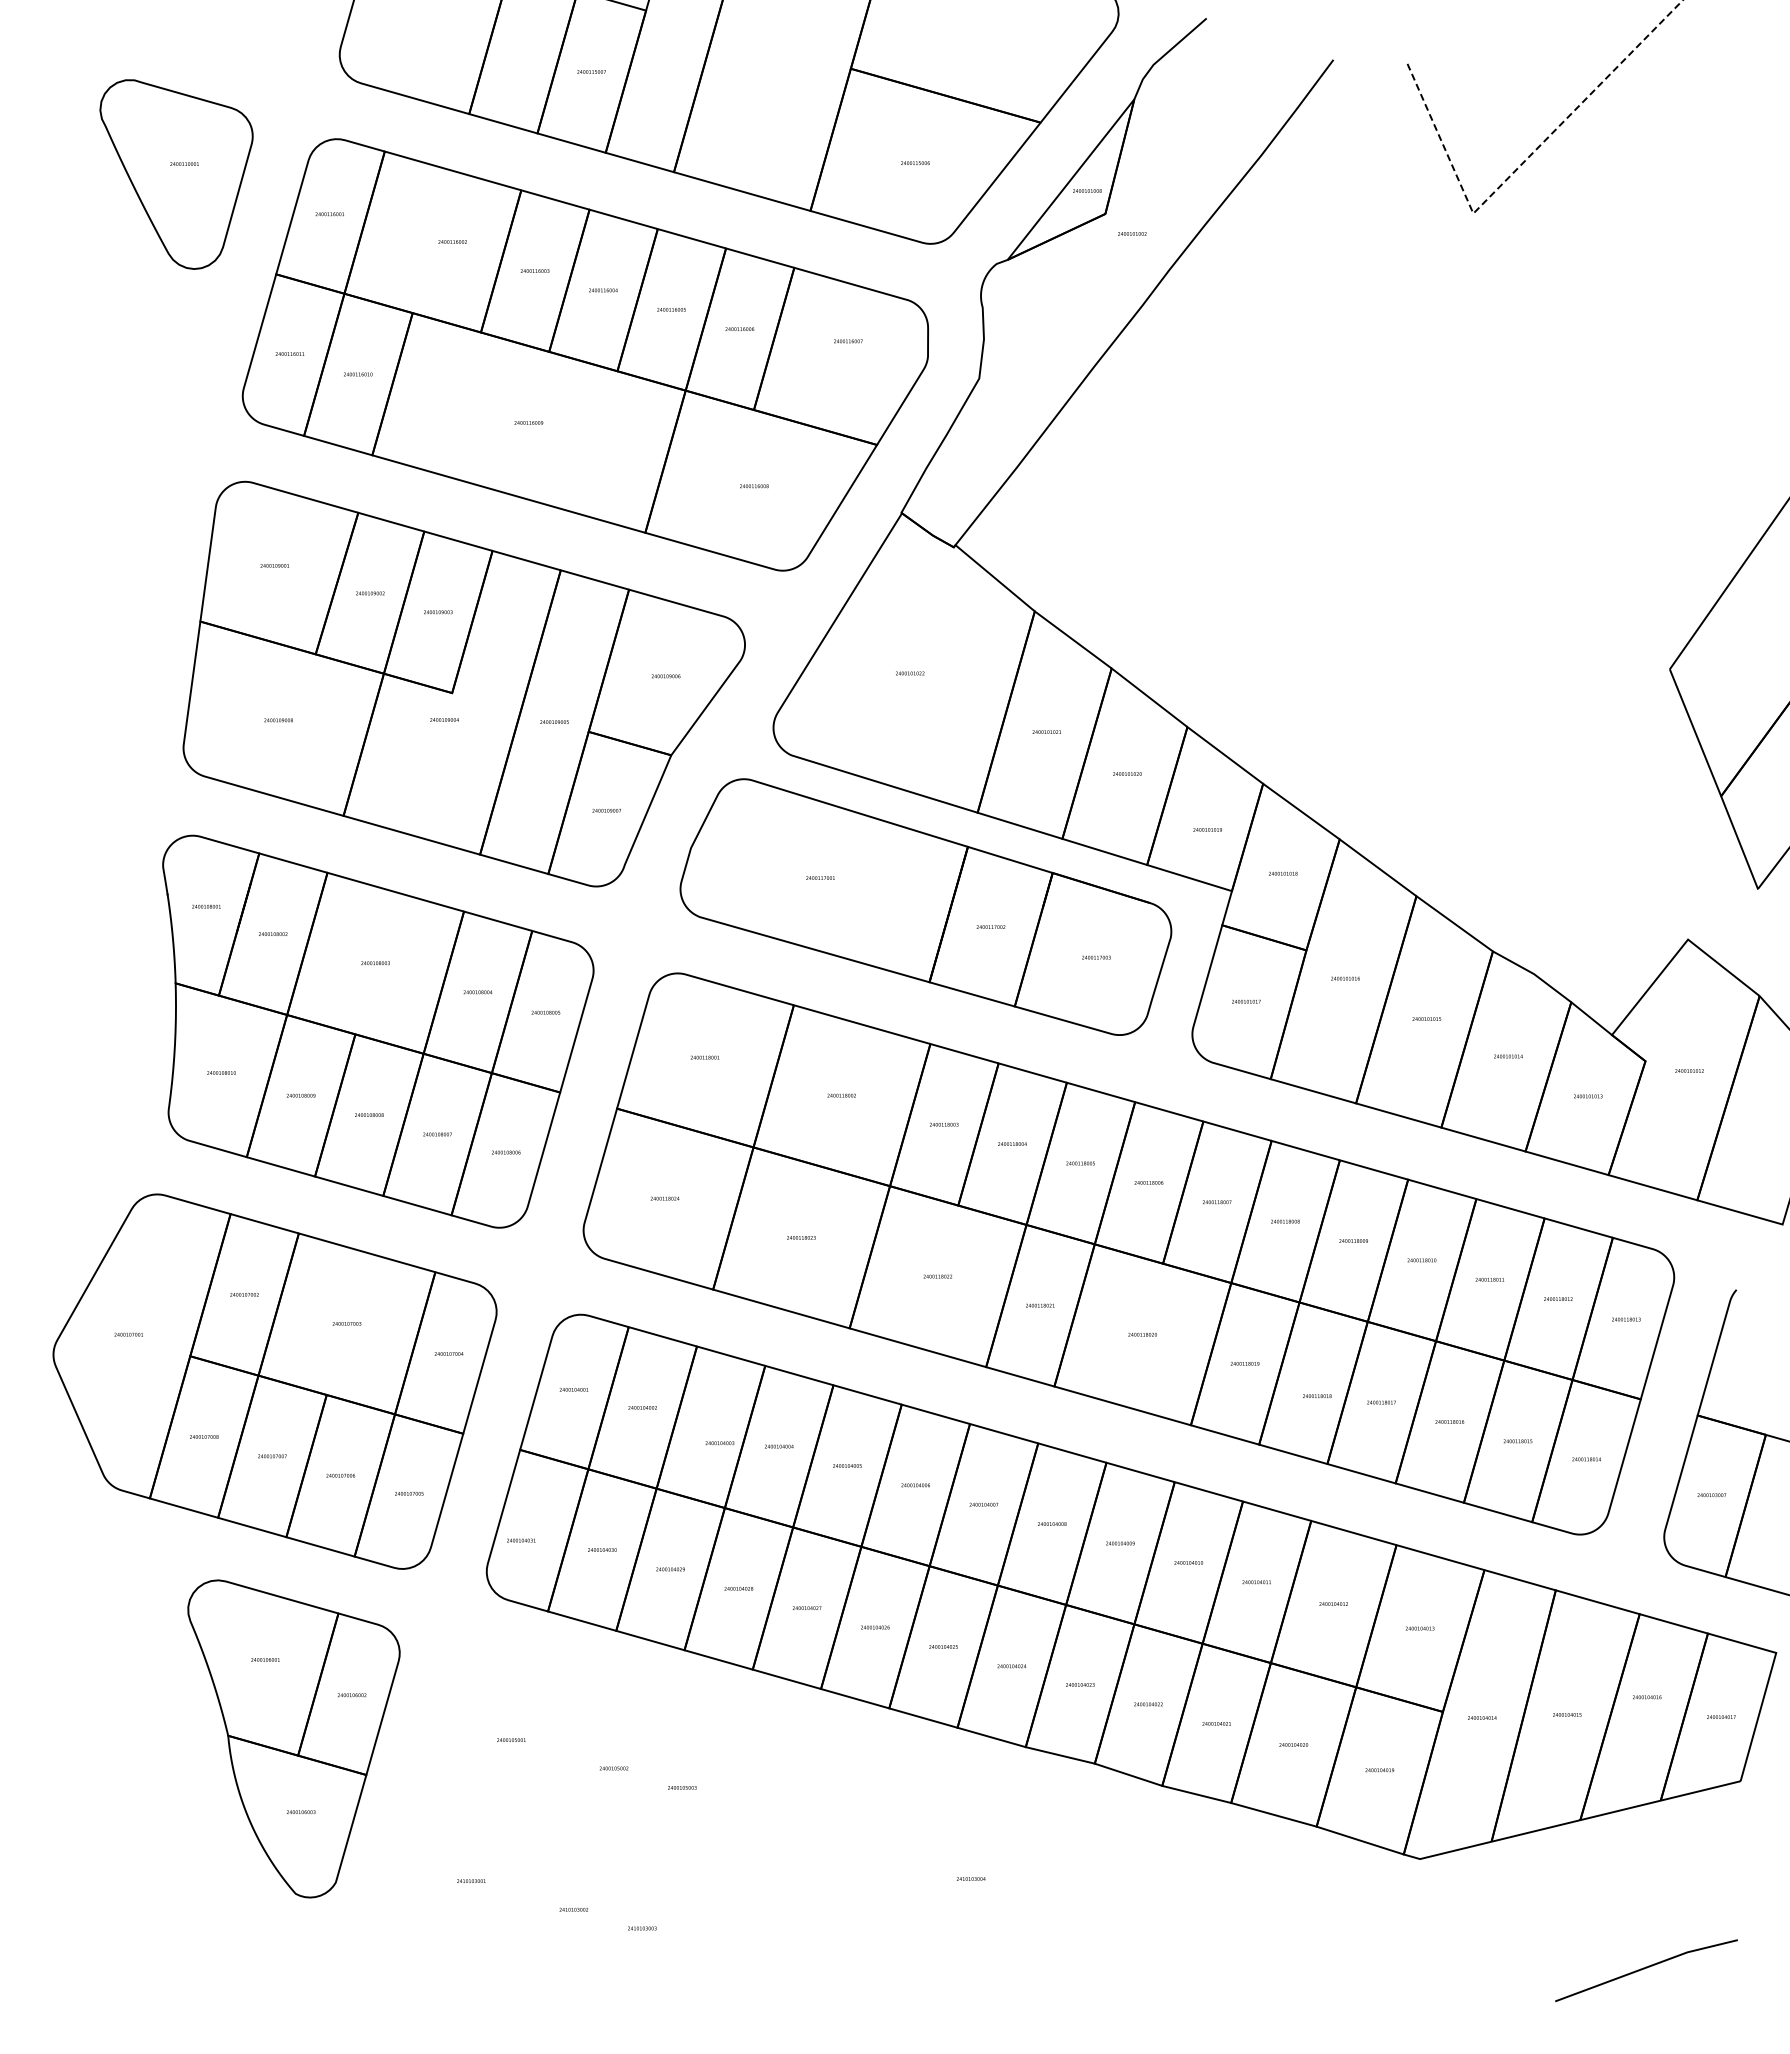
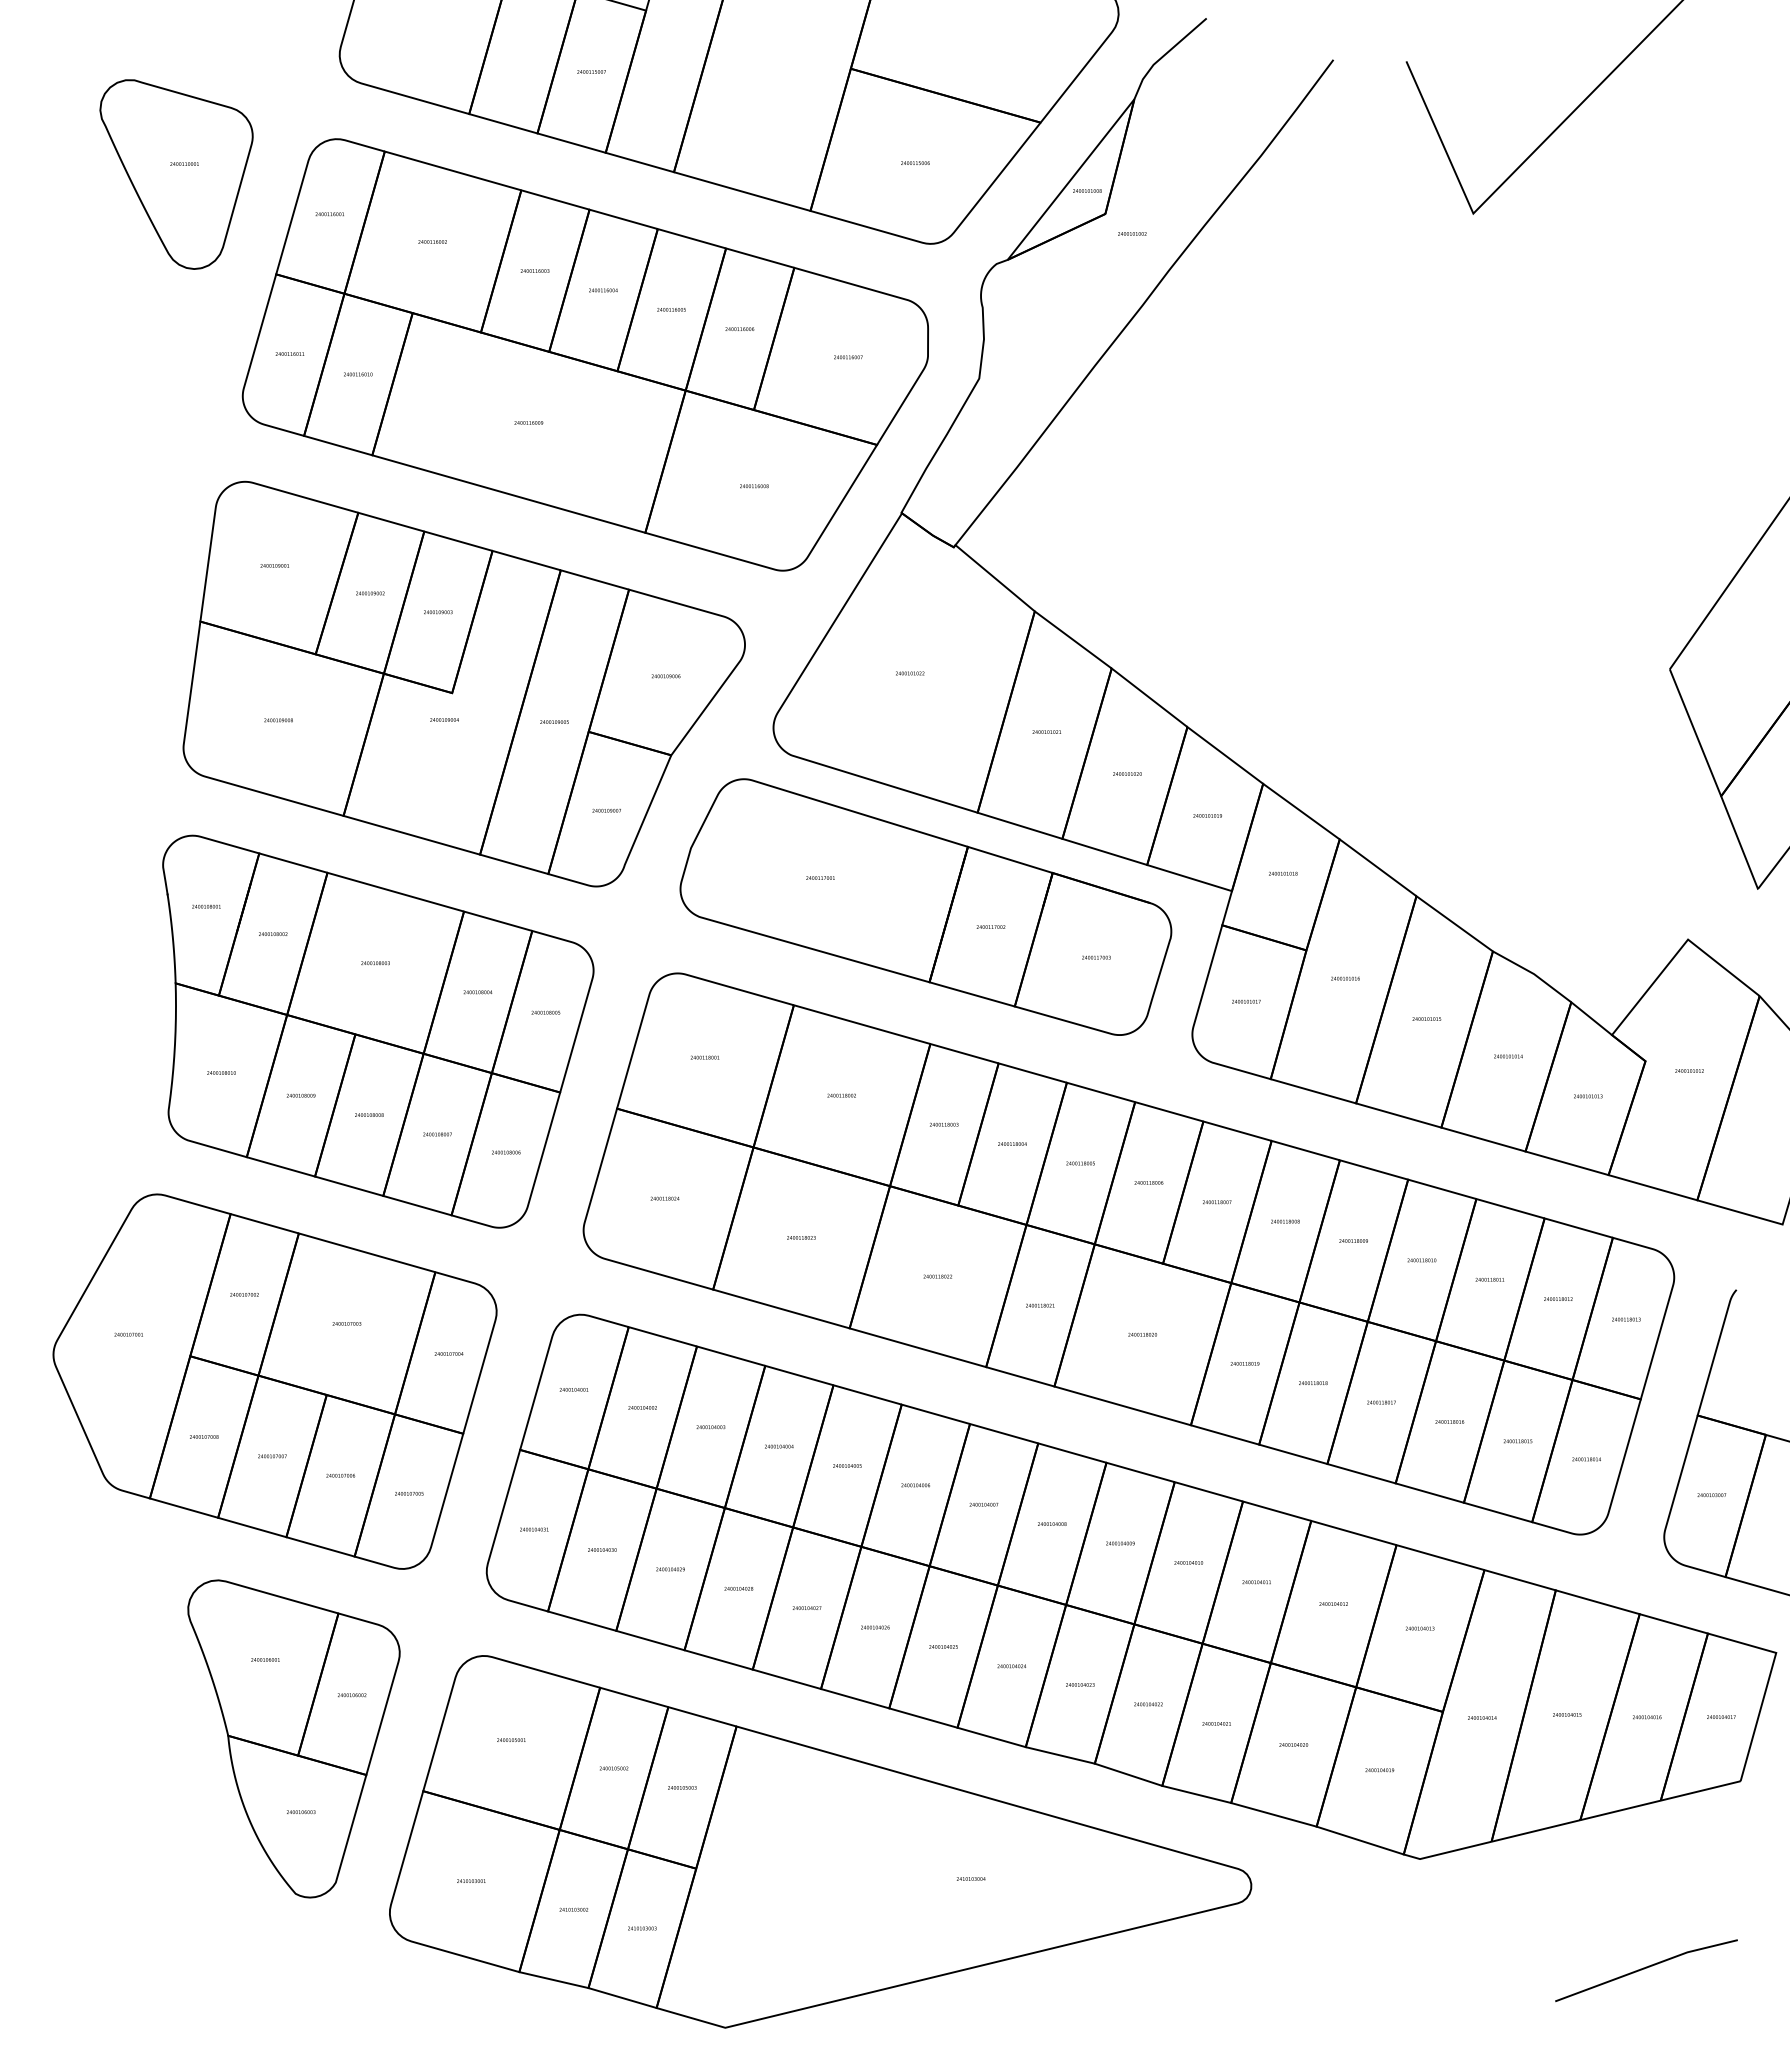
line at (1518, 167): dashed -> solid
text at (452, 241) position: (452, 241) -> (432, 241)
text at (848, 341) position: (848, 341) -> (848, 357)
text at (1207, 829) position: (1207, 829) -> (1207, 815)
text at (1317, 1395) position: (1317, 1395) -> (1313, 1382)
text at (719, 1443) position: (719, 1443) -> (710, 1427)
text at (521, 1540) position: (521, 1540) -> (534, 1529)
text at (1647, 1697) position: (1647, 1697) -> (1647, 1717)
part at (820, 1841): none -> present
